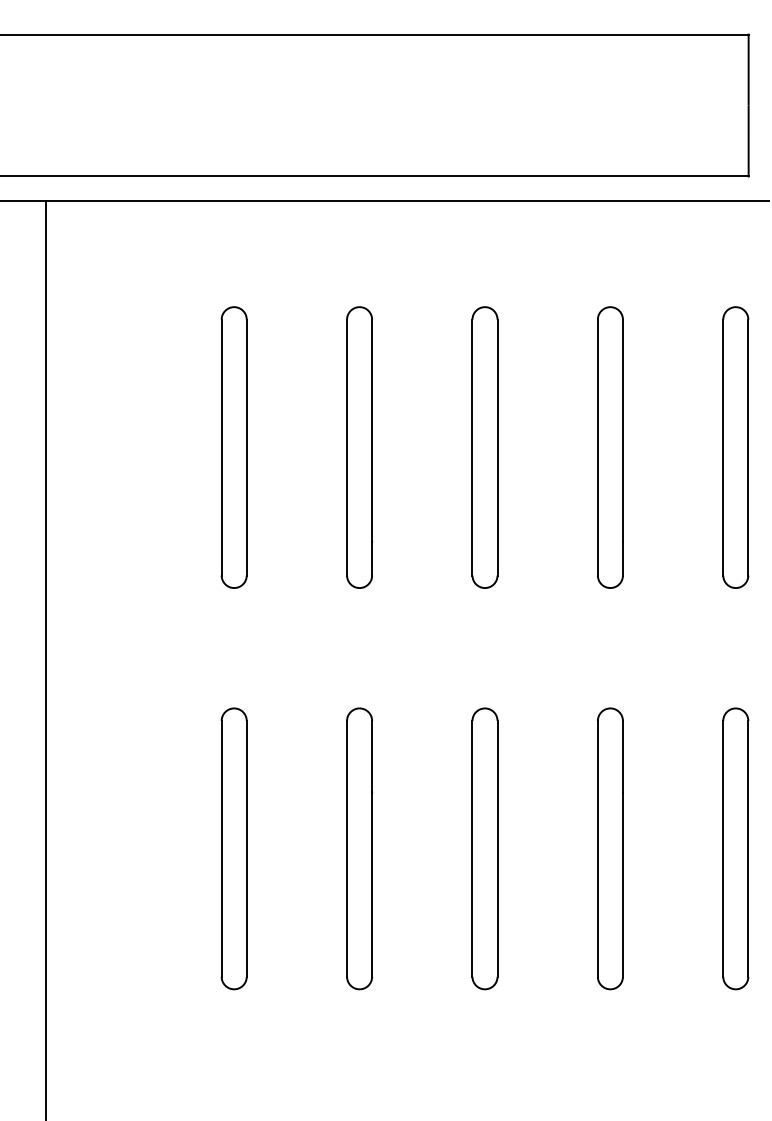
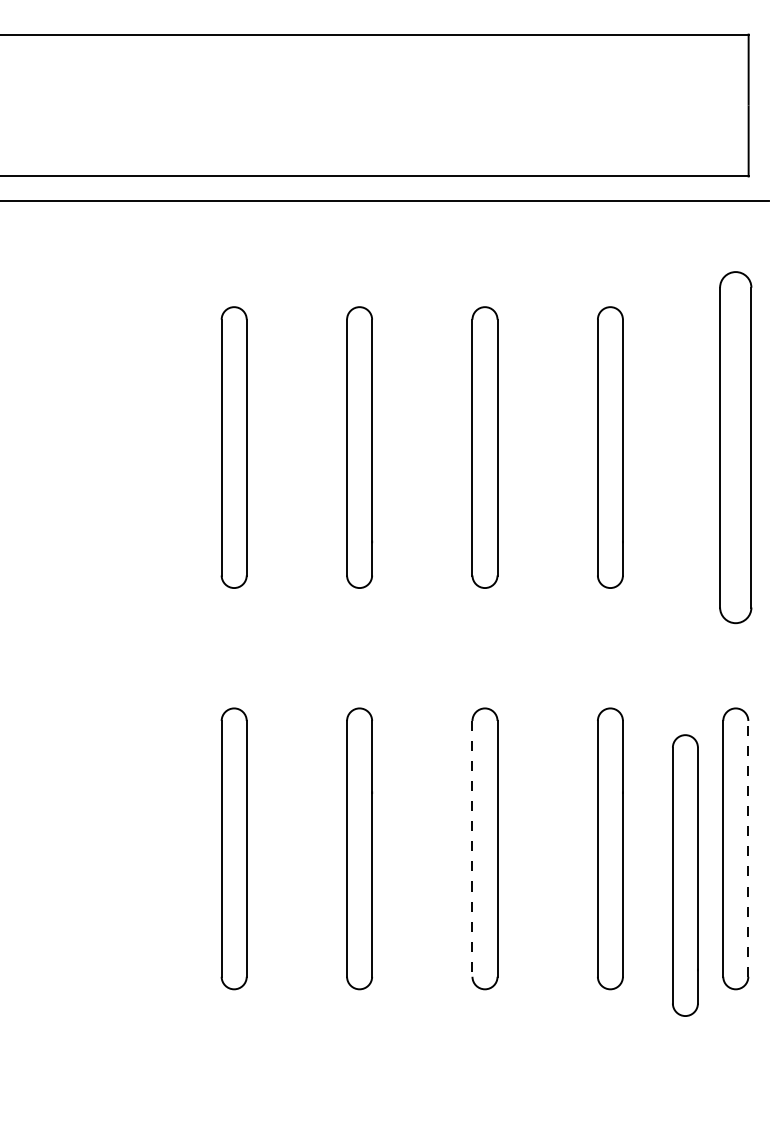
part at (735, 447) size: 28x283 px -> 34x354 px
line at (46, 658): present -> none
line at (472, 848): solid -> dashed
line at (748, 848): solid -> dashed
part at (685, 875): none -> present
